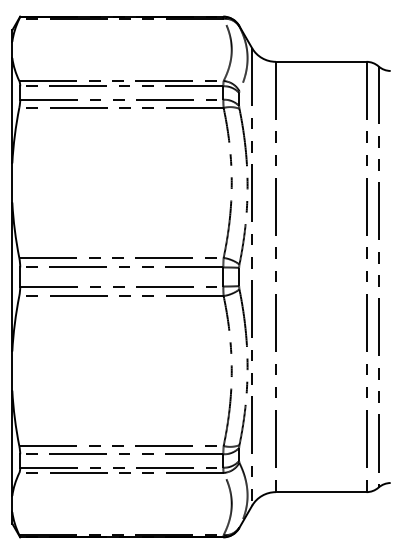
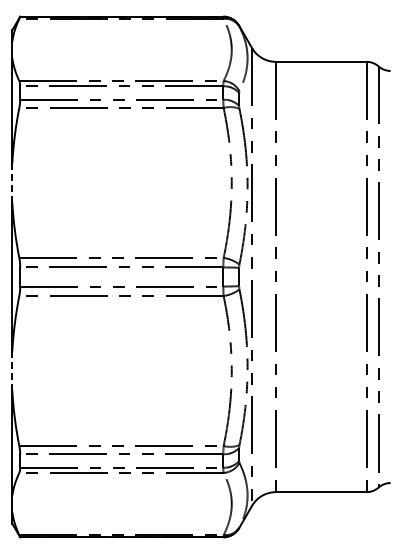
line at (12, 182): solid -> dashed
line at (12, 371): solid -> dashed
